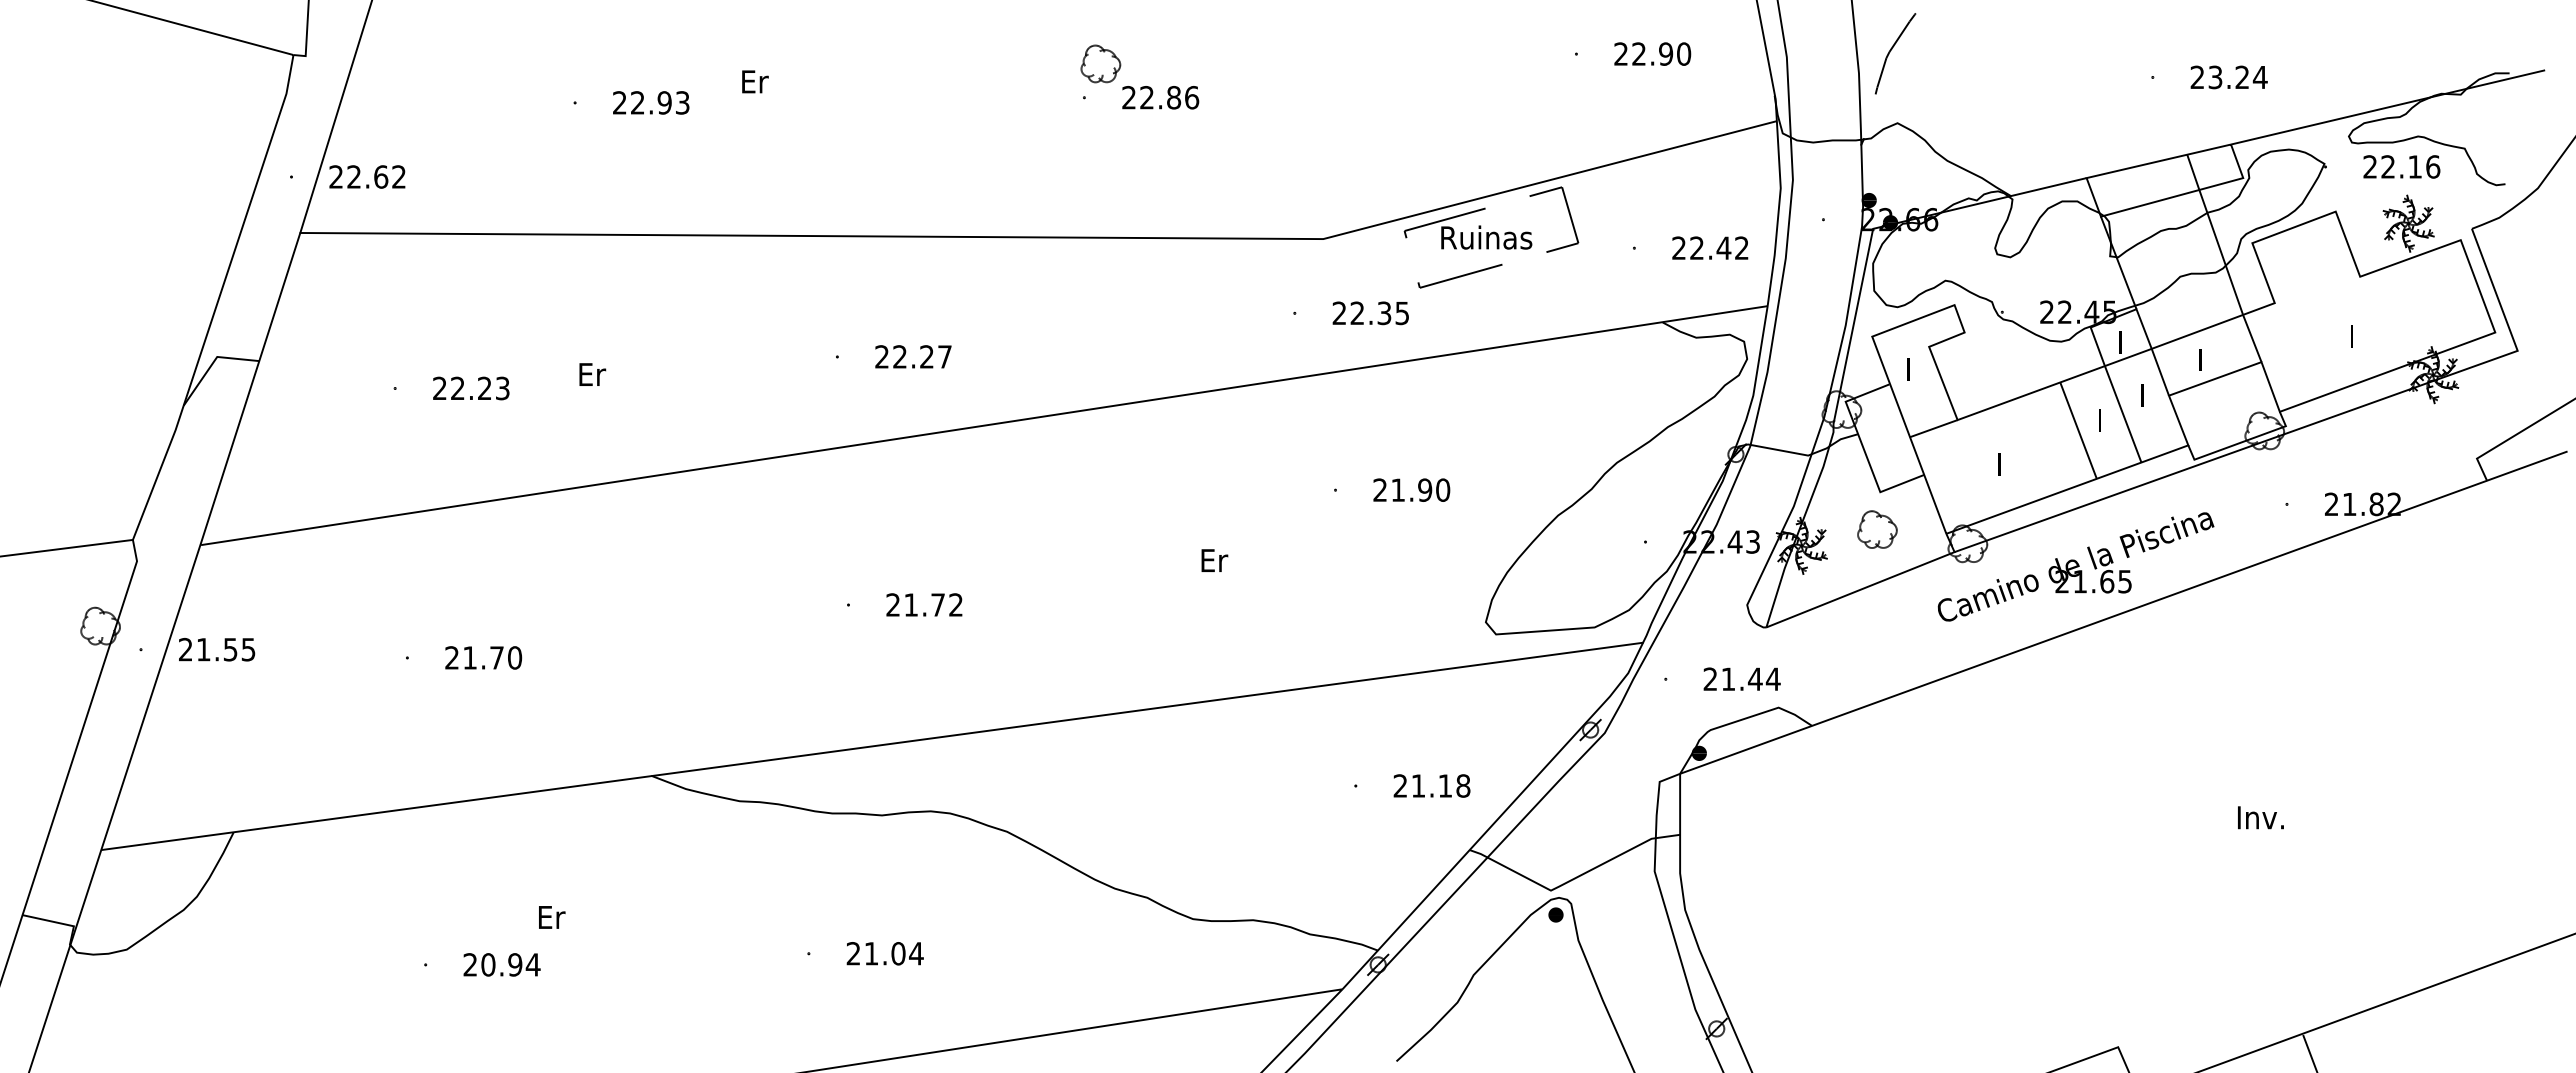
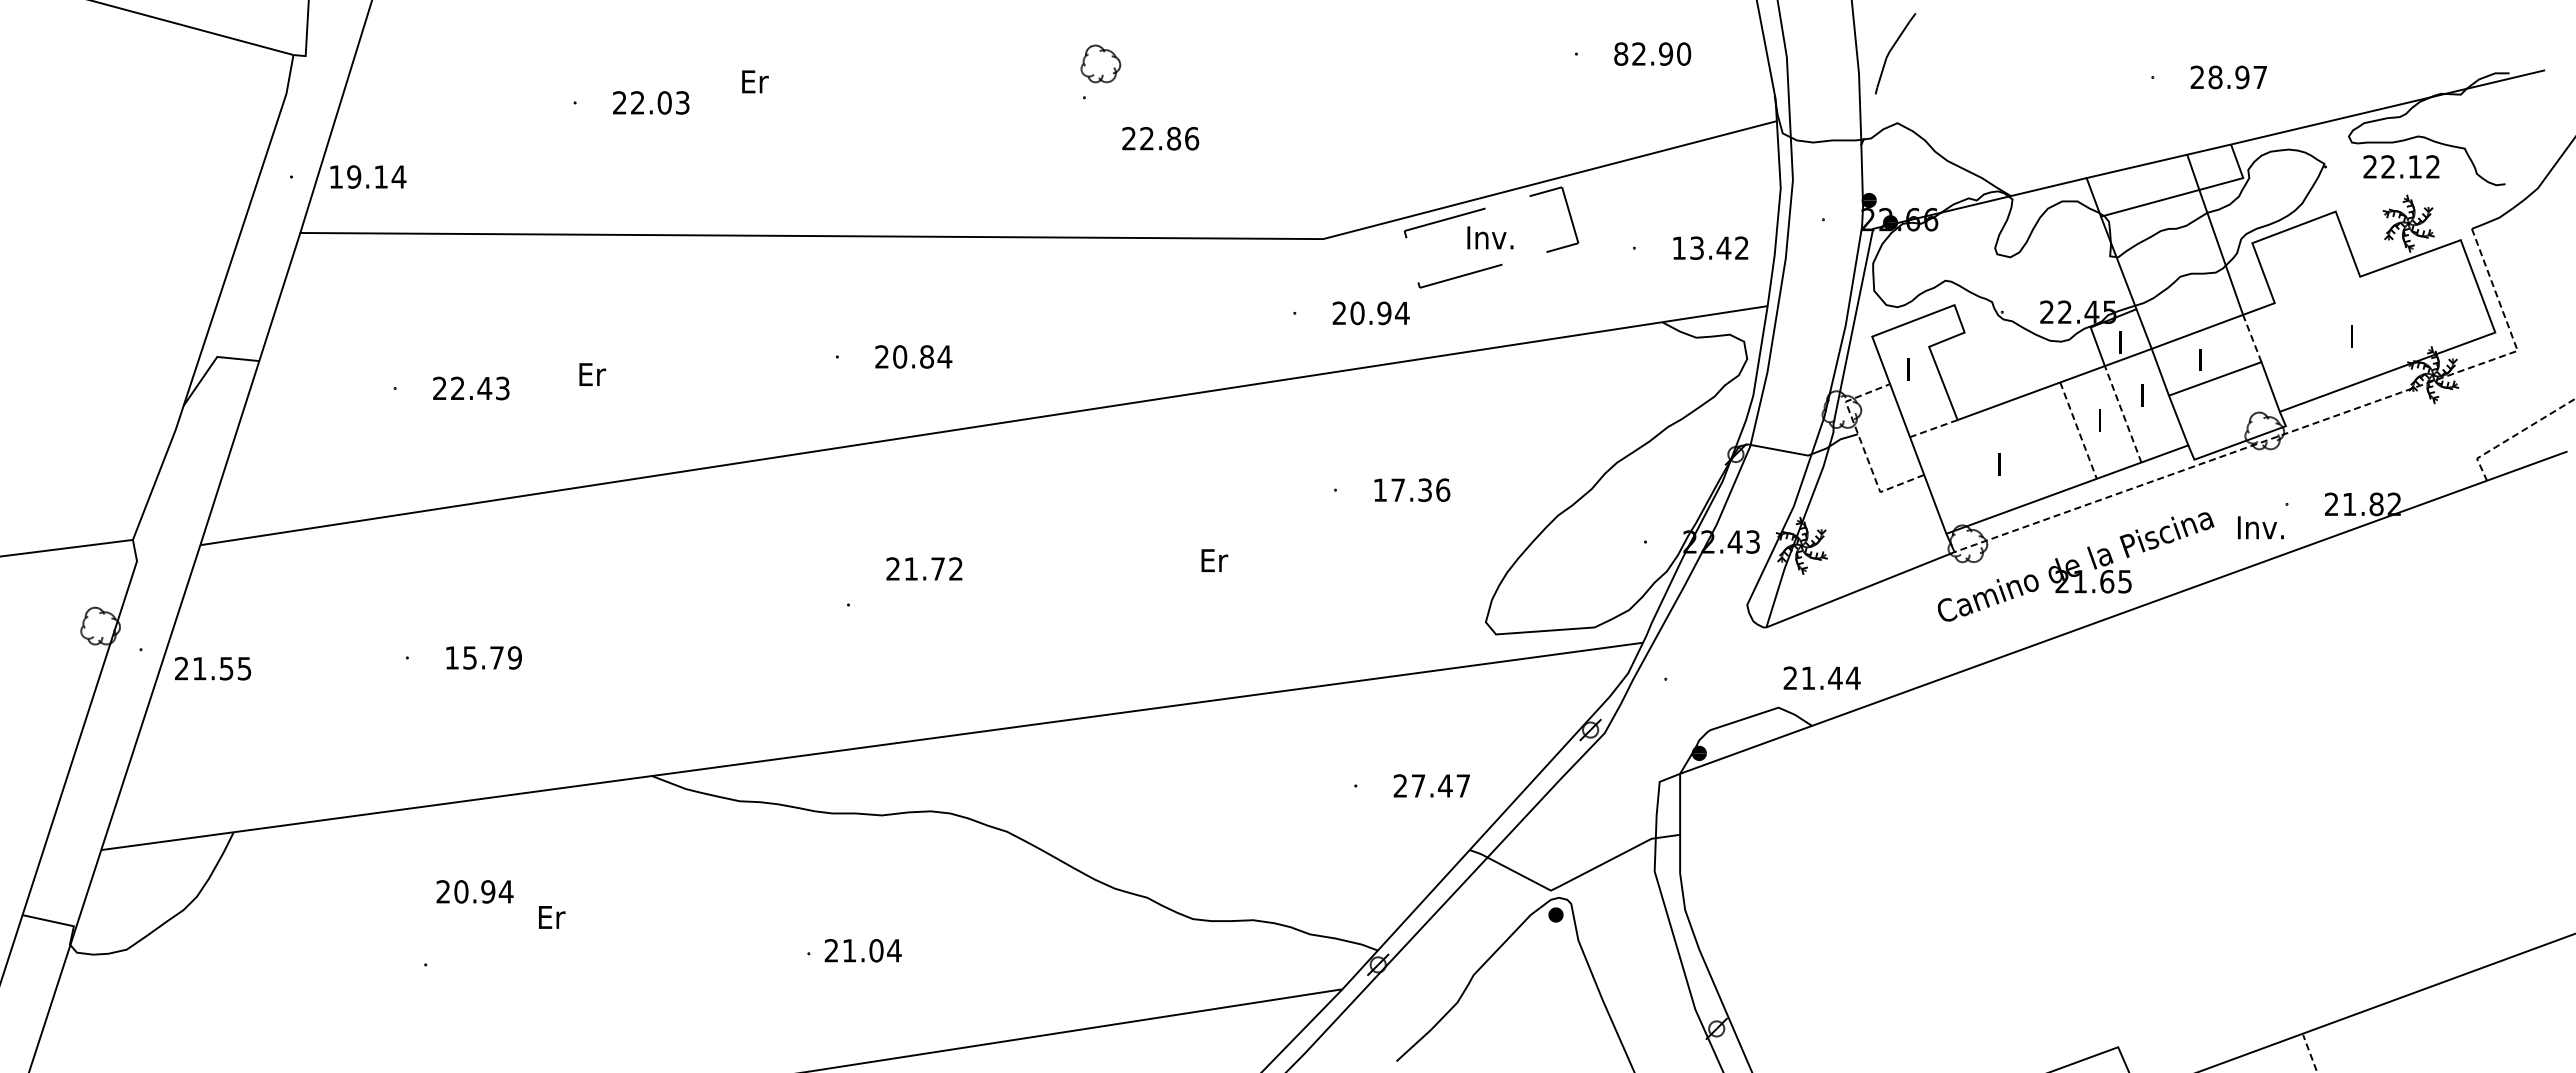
text at (1621, 53): 22.90 -> 82.90
text at (2237, 77): 23.24 -> 28.97
text at (1160, 97) position: (1160, 97) -> (1160, 138)
text at (664, 102): 22.93 -> 22.03
text at (2433, 166): 22.16 -> 22.12
text at (367, 176): 22.62 -> 19.14
text at (1486, 237): Ruinas -> Inv.
text at (1687, 247): 22.42 -> 13.42
text at (1379, 313): 22.35 -> 20.94
line at (2252, 338): solid -> dashed
text at (922, 356): 22.27 -> 20.84
text at (484, 387): 22.23 -> 22.43
line at (2123, 414): solid -> dashed
line at (1934, 428): solid -> dashed
line at (2298, 429): solid -> dashed
line at (2078, 430): solid -> dashed
line at (2515, 435): solid -> dashed
line at (1862, 446): solid -> dashed
text at (1411, 489): 21.90 -> 17.36
part at (1877, 529): present -> none
text at (924, 604) position: (924, 604) -> (924, 568)
text at (217, 649) position: (217, 649) -> (213, 668)
text at (483, 657): 21.70 -> 15.79
text at (1741, 678) position: (1741, 678) -> (1821, 677)
text at (1441, 785): 21.18 -> 27.47
text at (2260, 817) position: (2260, 817) -> (2260, 527)
text at (884, 953) position: (884, 953) -> (862, 950)
text at (501, 964) position: (501, 964) -> (474, 891)
line at (2310, 1053): solid -> dashed
